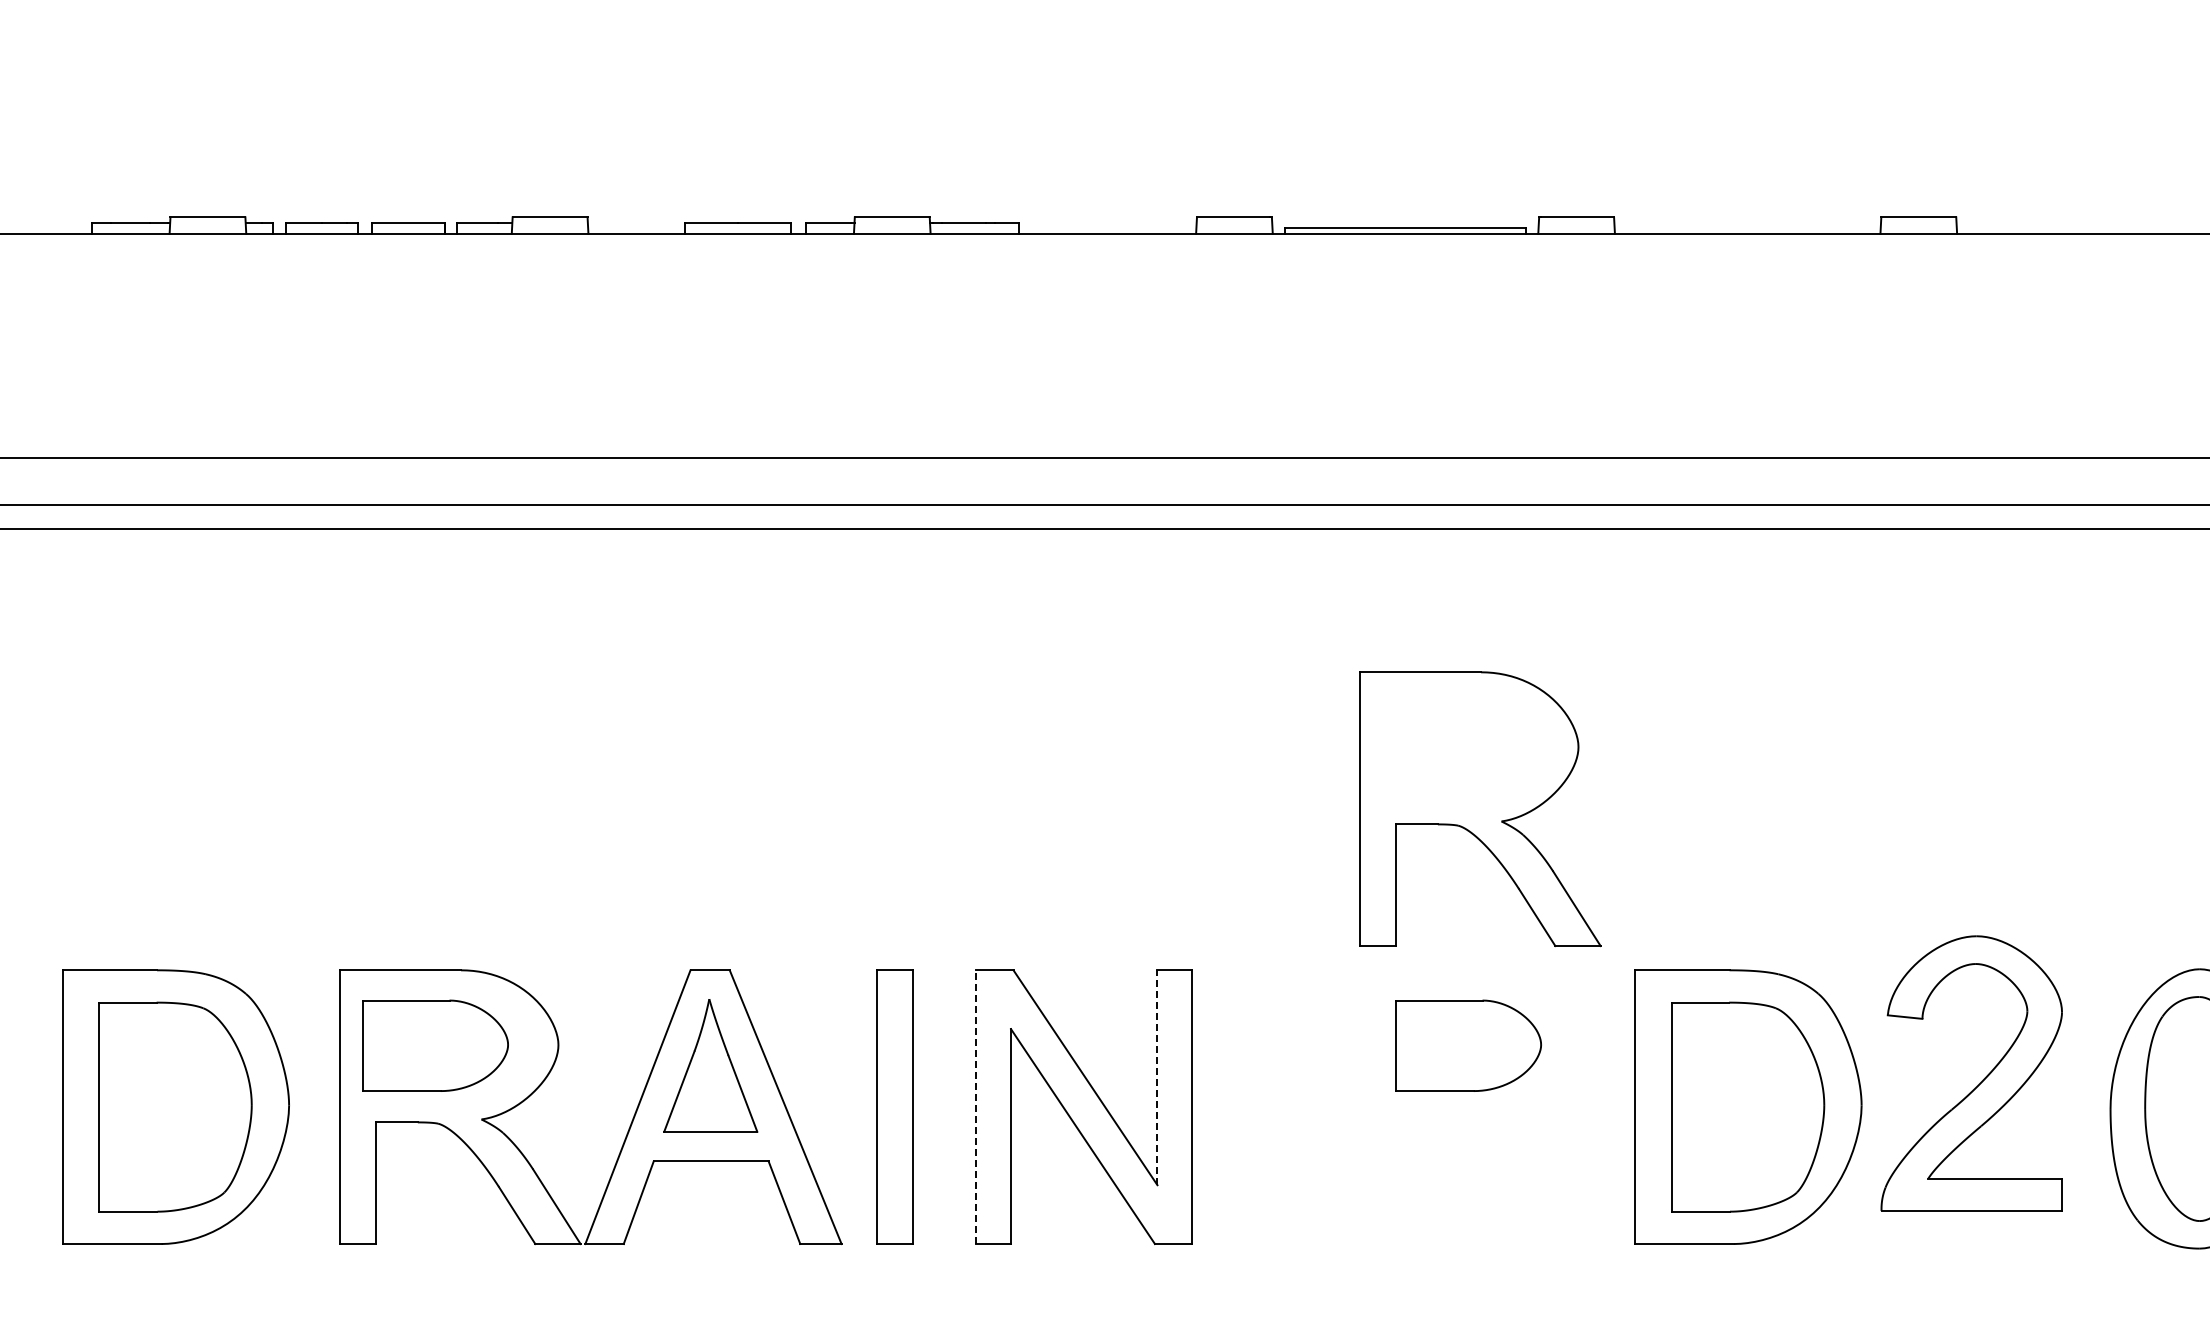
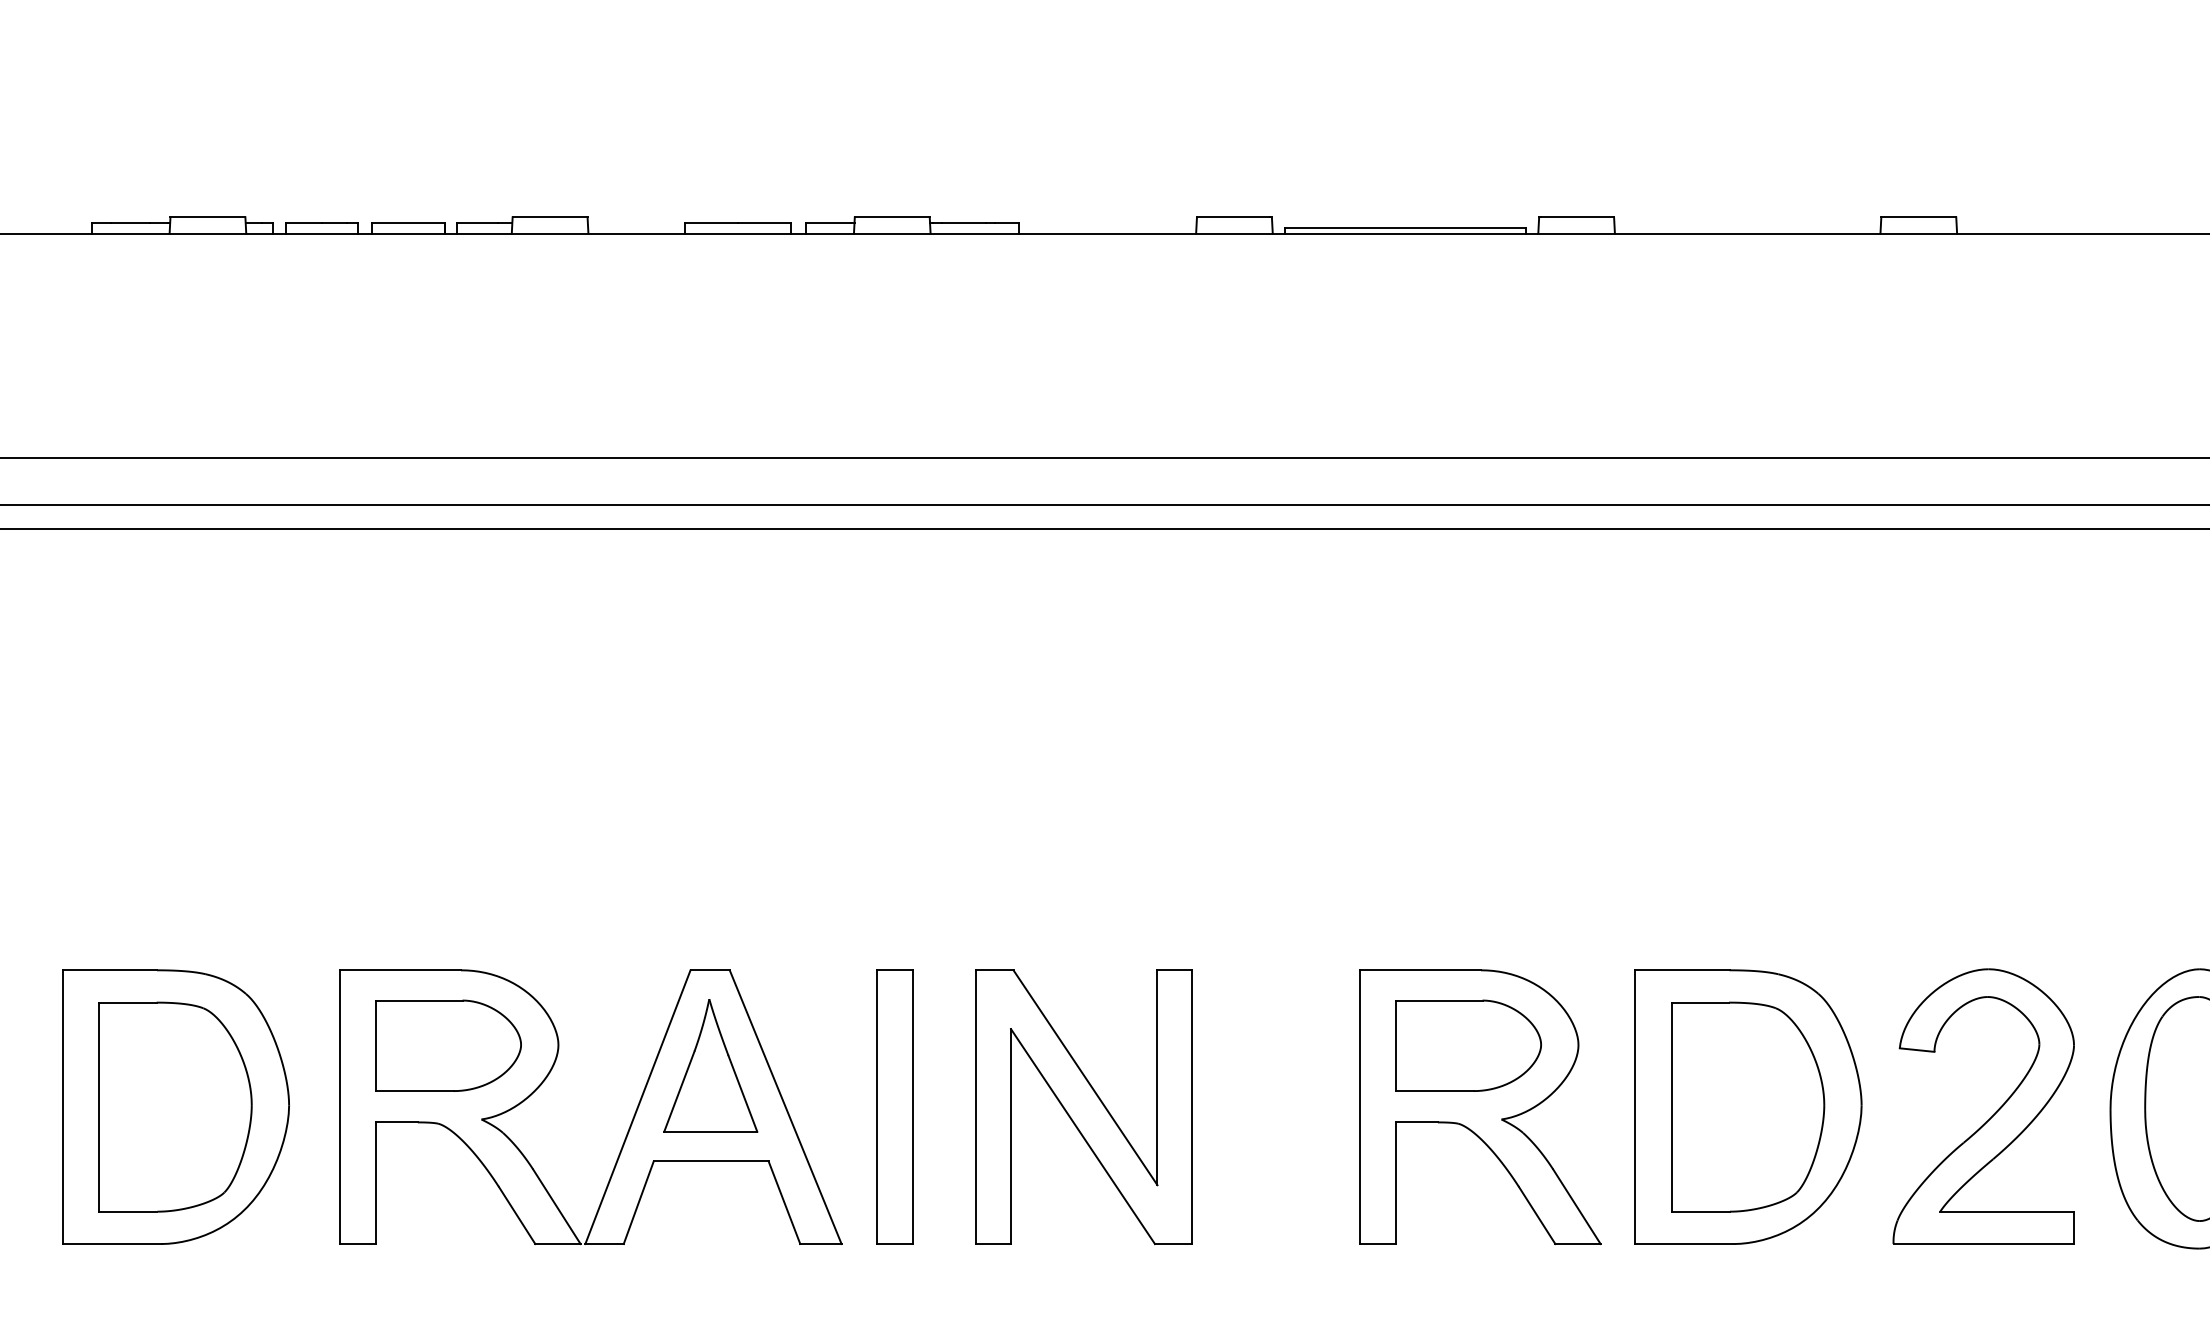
part at (1480, 809) position: (1480, 809) -> (1480, 1107)
part at (435, 1045) position: (435, 1045) -> (448, 1045)
line at (1157, 1077): dashed -> solid
part at (1982, 1079) position: (1982, 1079) -> (1994, 1112)
line at (976, 1107): dashed -> solid
